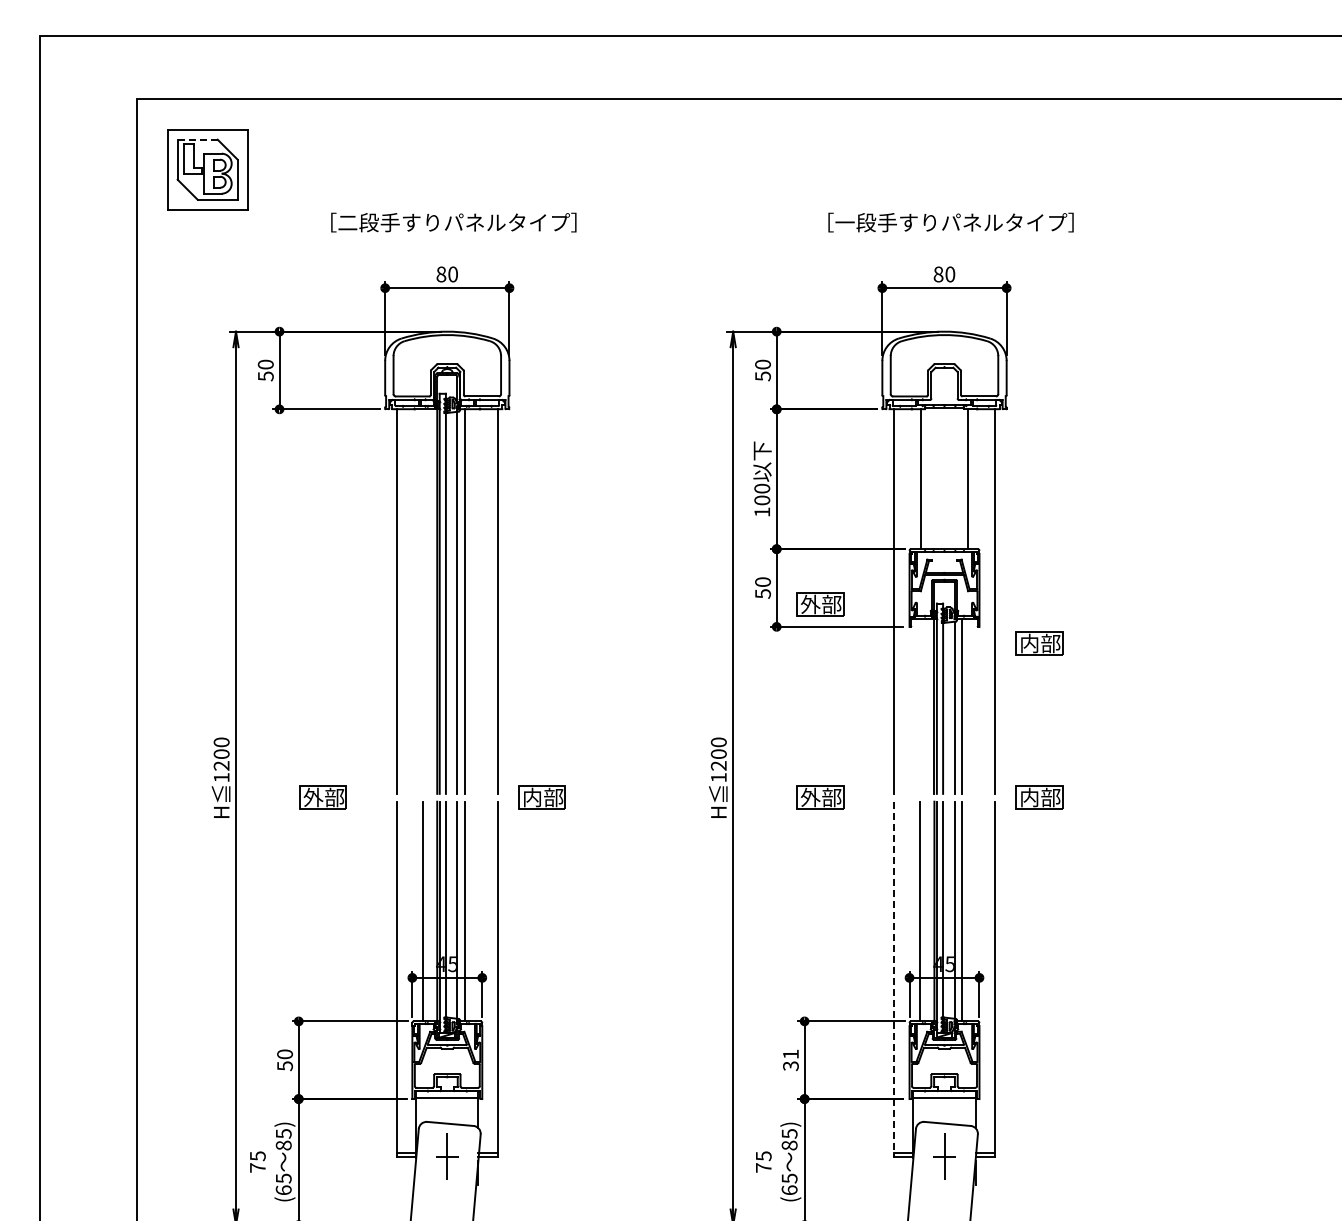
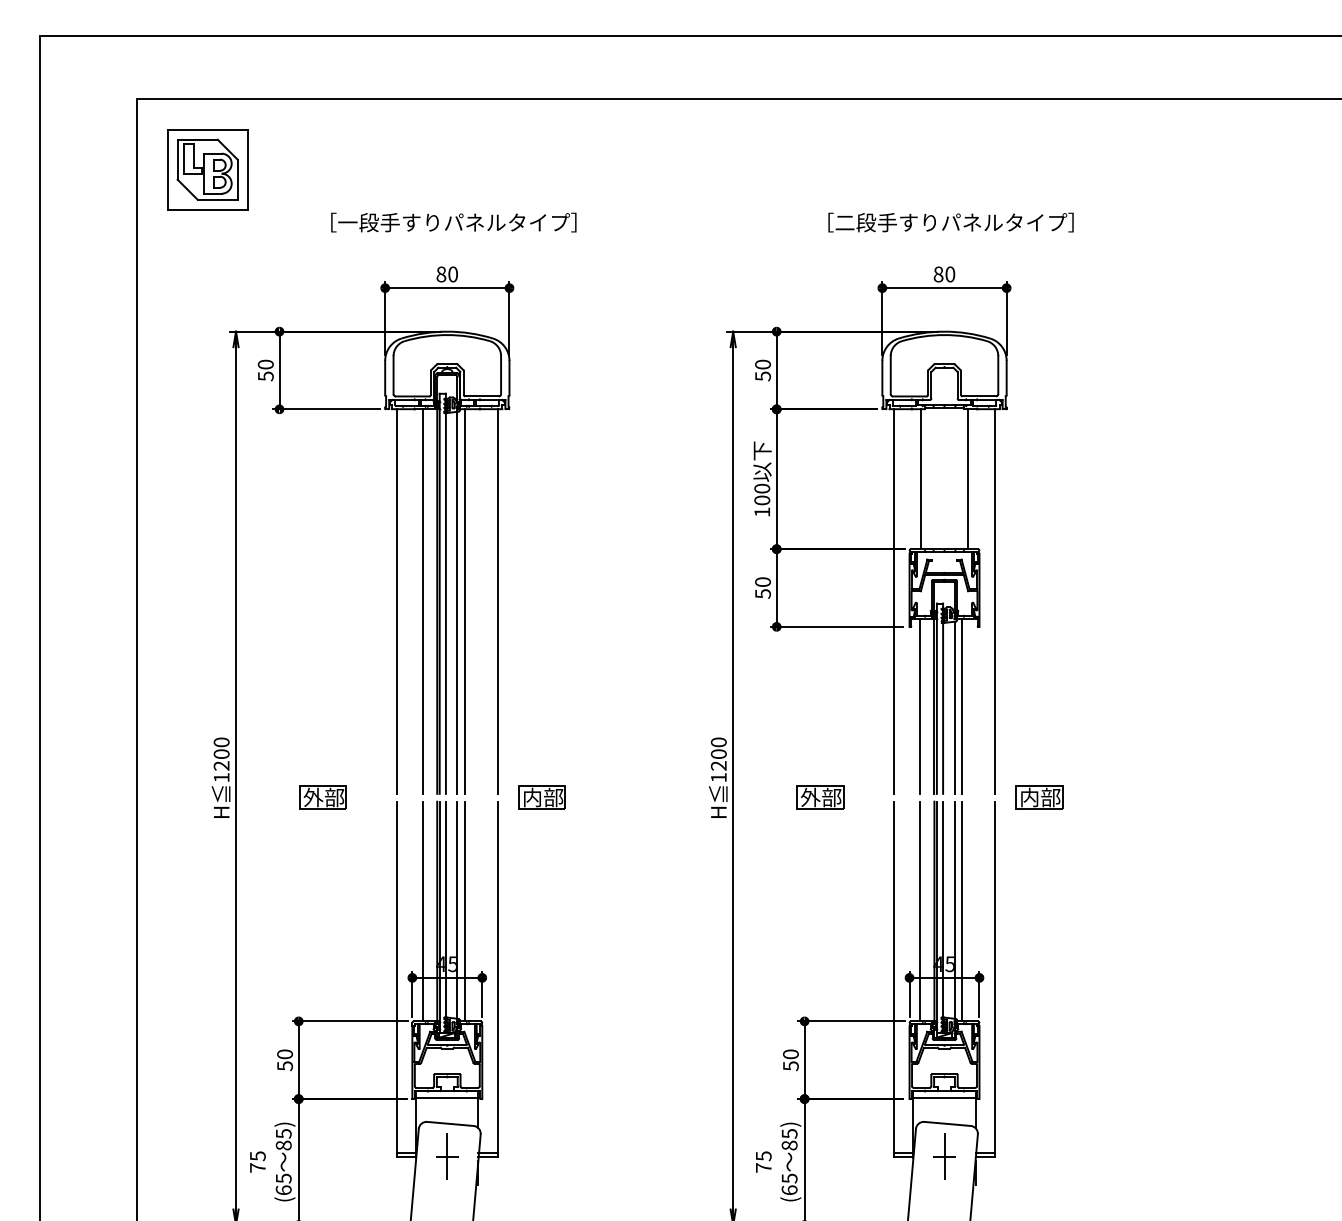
line at (198, 139): dashed -> solid
text at (347, 222): ［二段手すりパネルタイプ］ -> ［一段手すりパネルタイプ］
text at (844, 222): ［一段手すりパネルタイプ］ -> ［二段手すりパネルタイプ］
line at (423, 601): none -> present
part at (820, 604): present -> none
part at (1039, 643): present -> none
line at (920, 706): none -> present
line at (894, 979): dashed -> solid
text at (790, 1059): 31 -> 50
